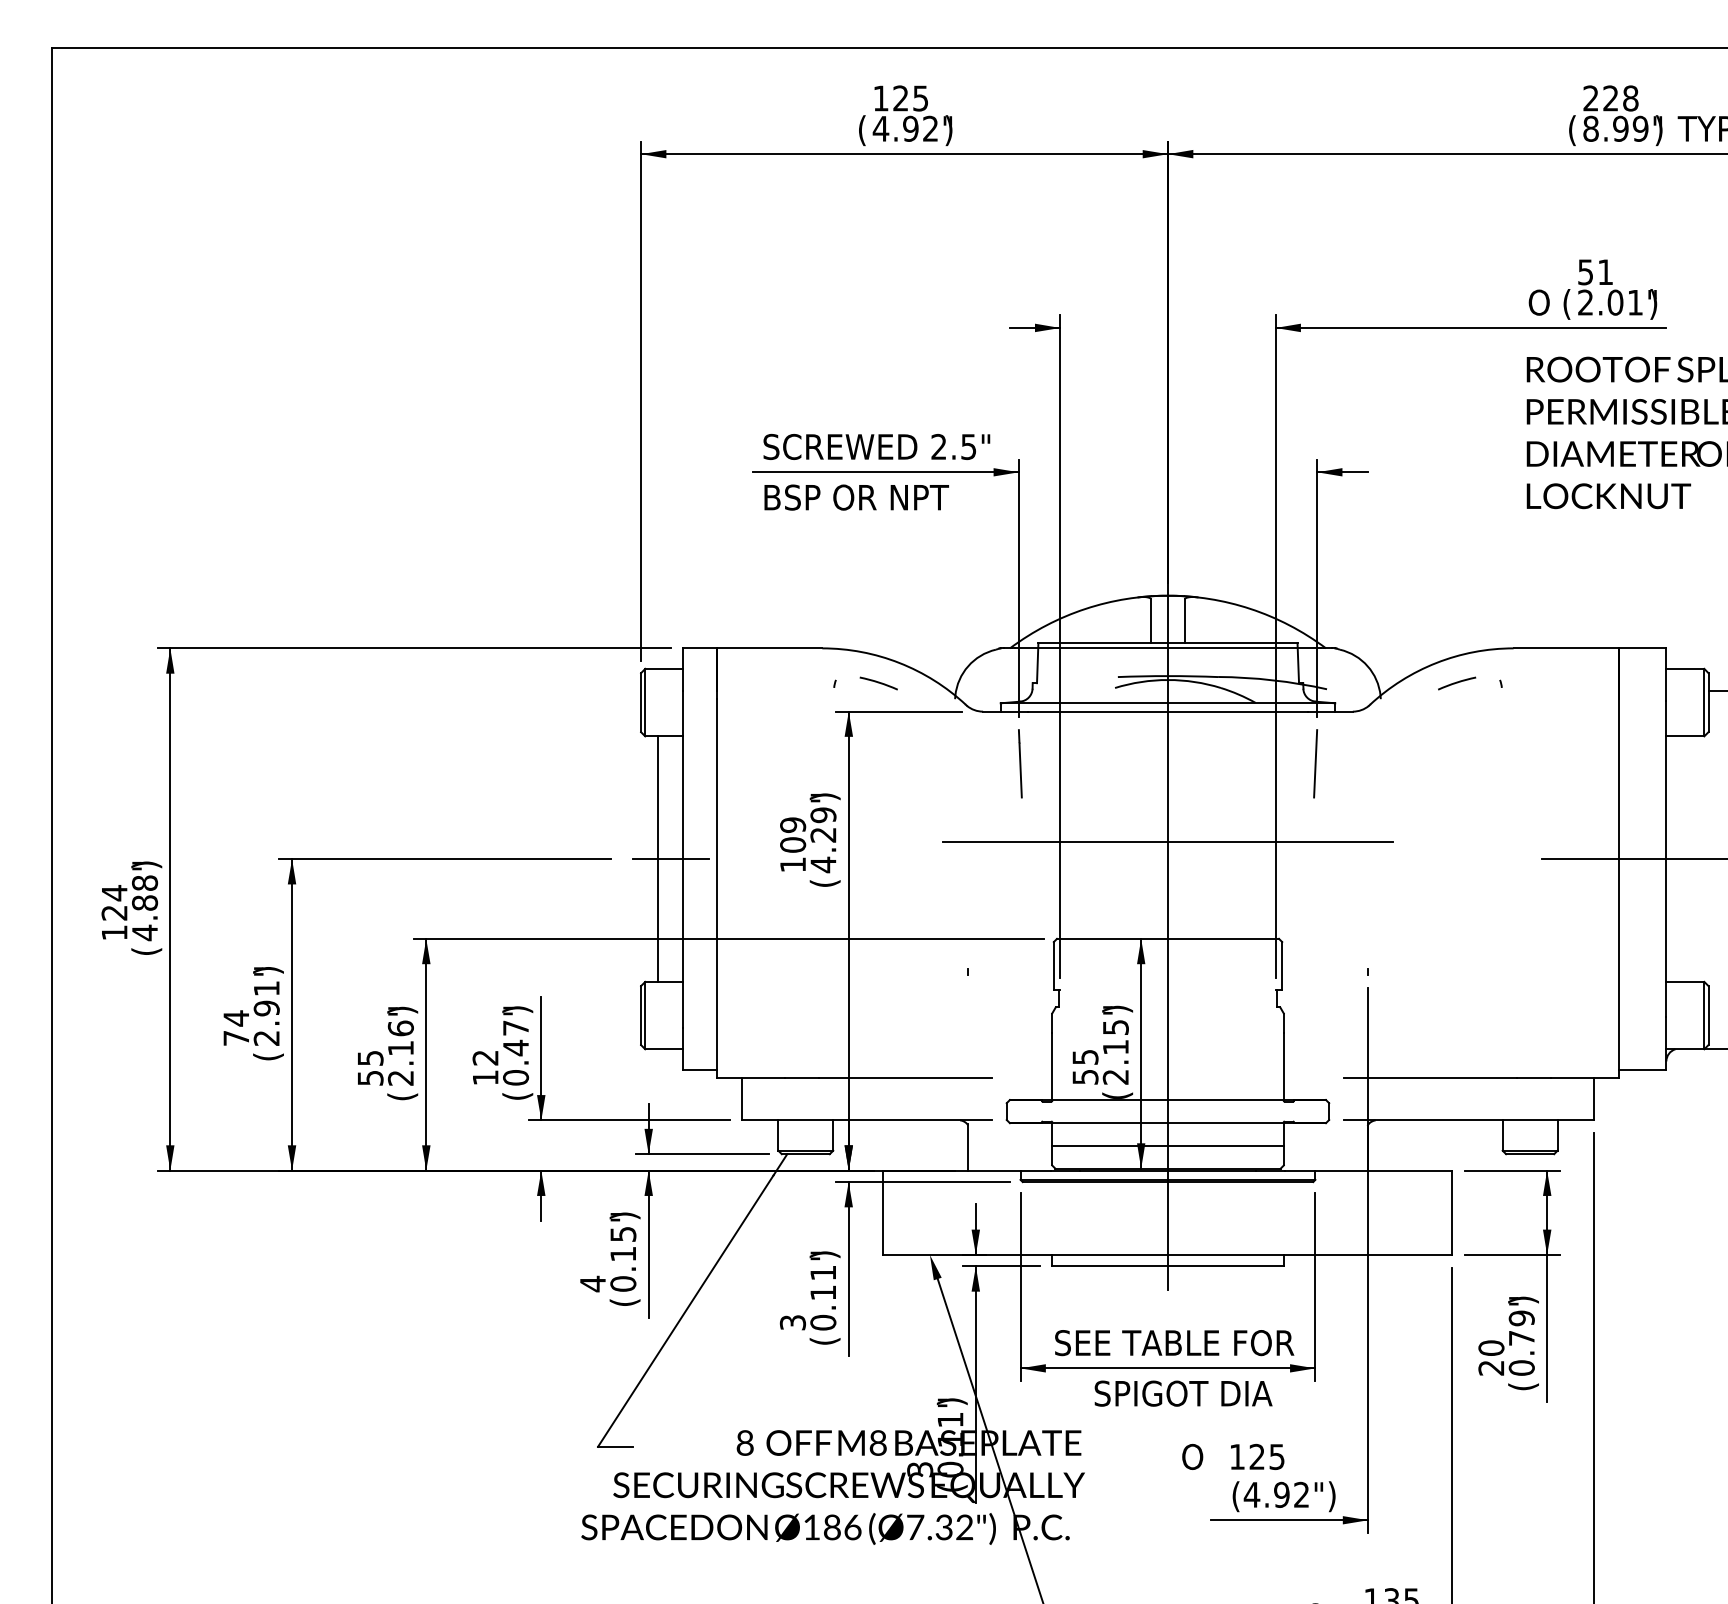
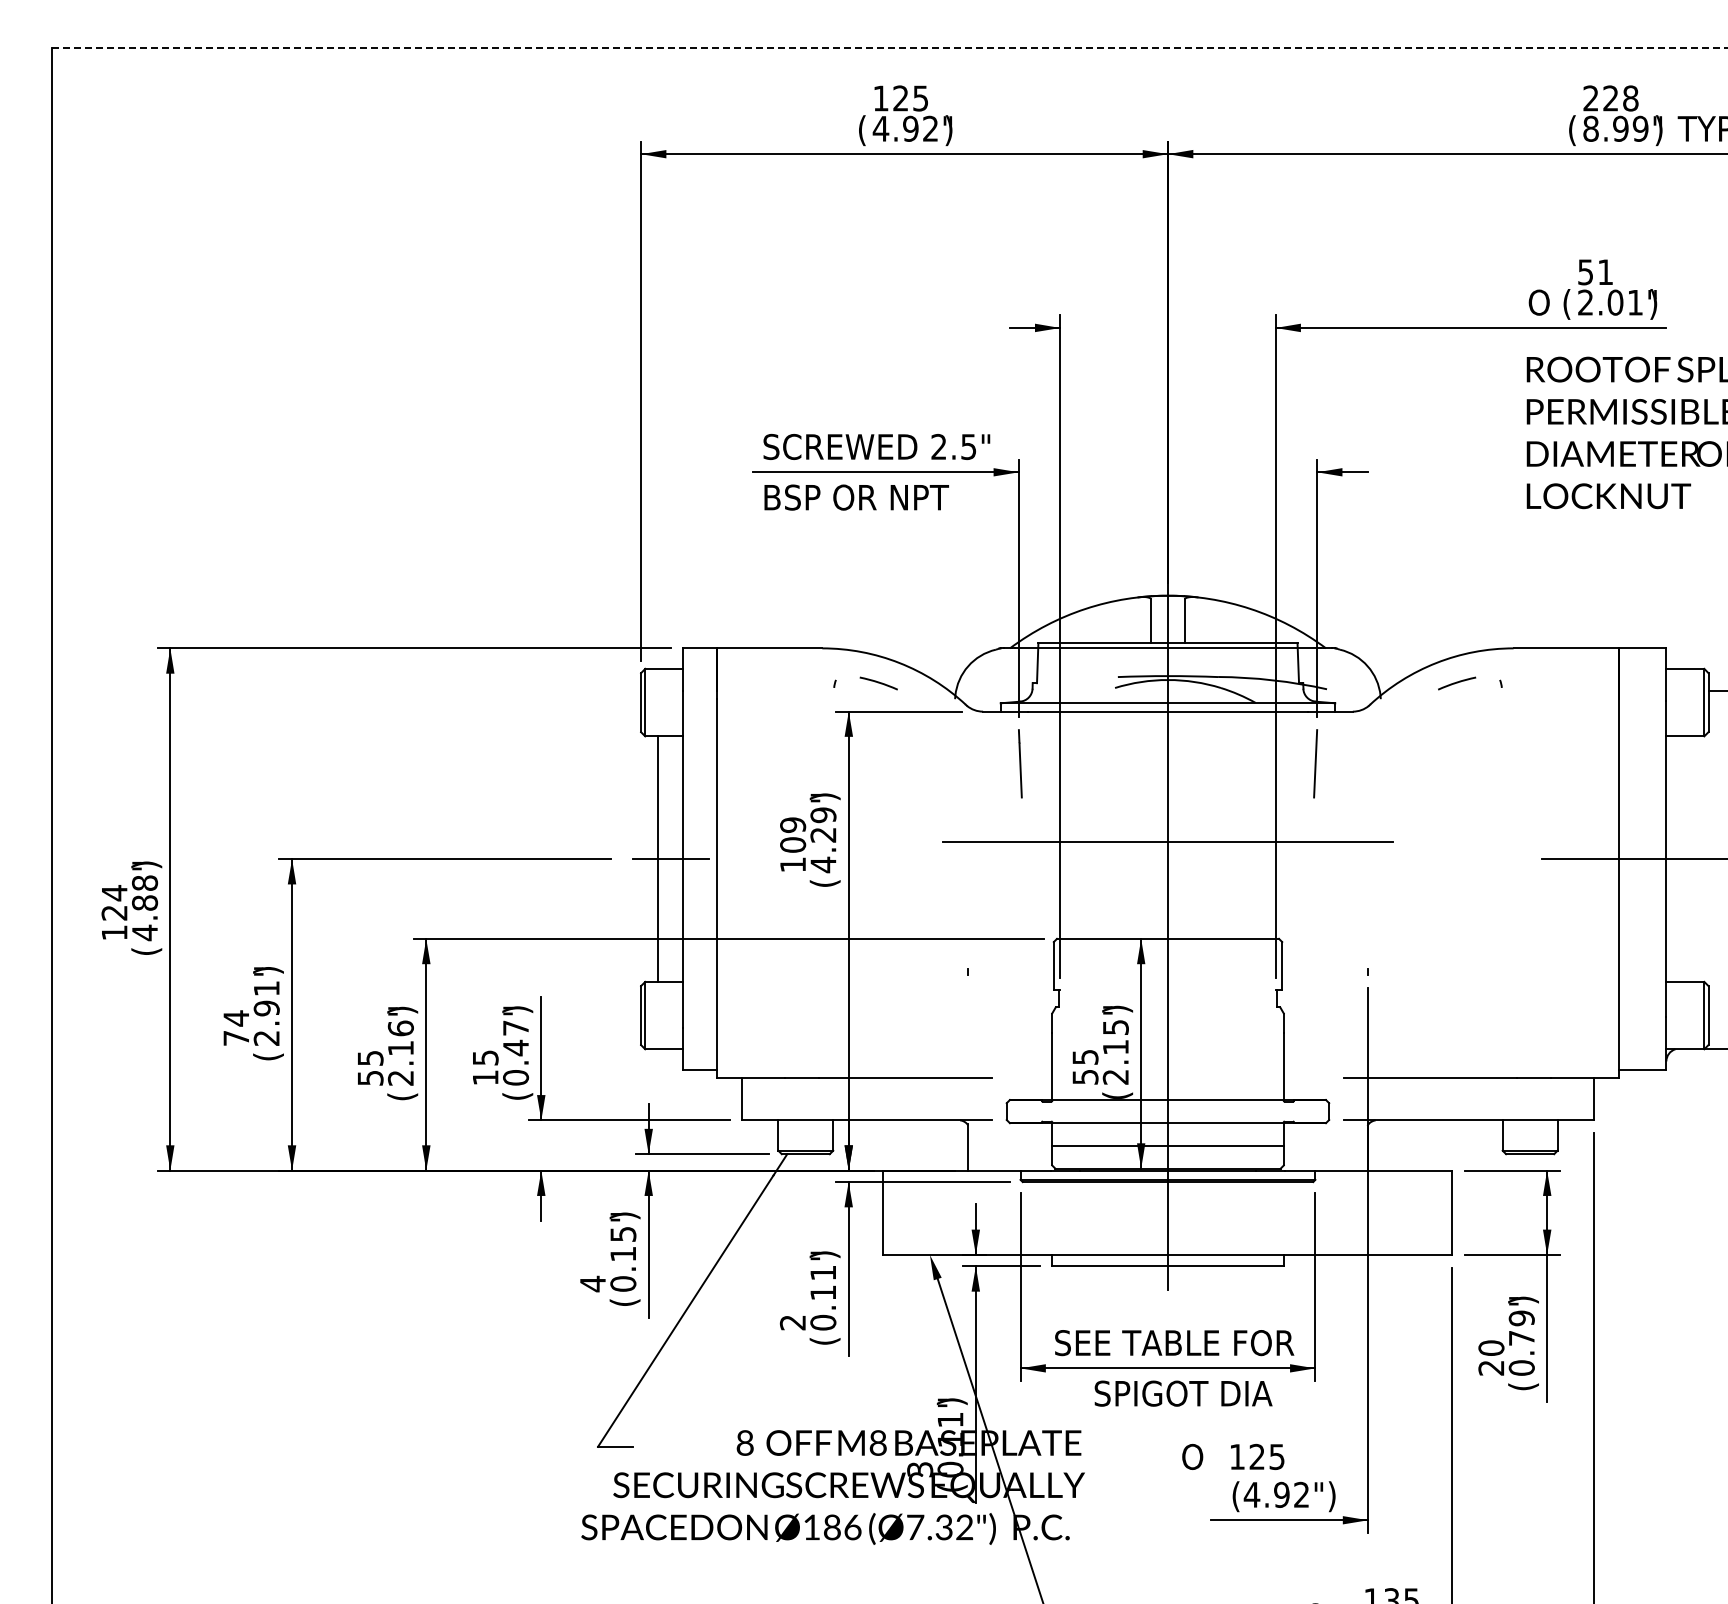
line at (889, 47): solid -> dashed
text at (485, 1057): 12 -> 15
text at (793, 1322): 3 -> 2
